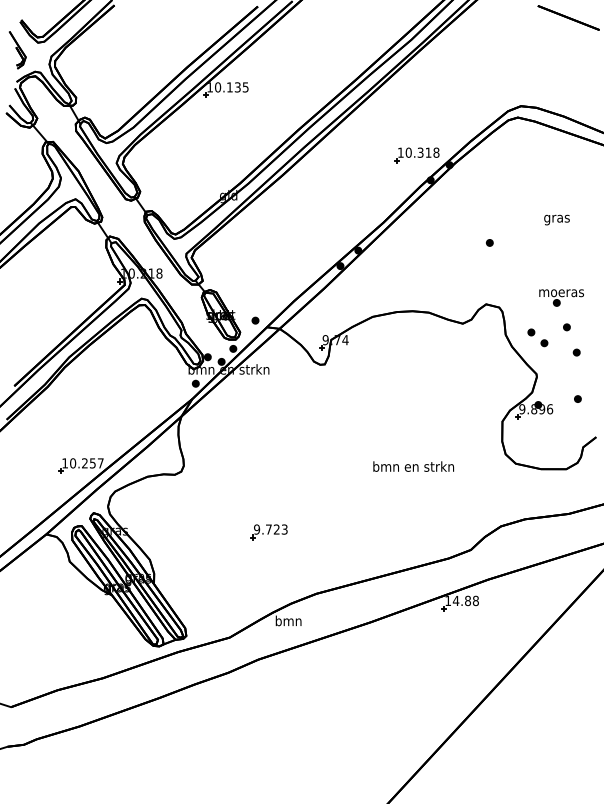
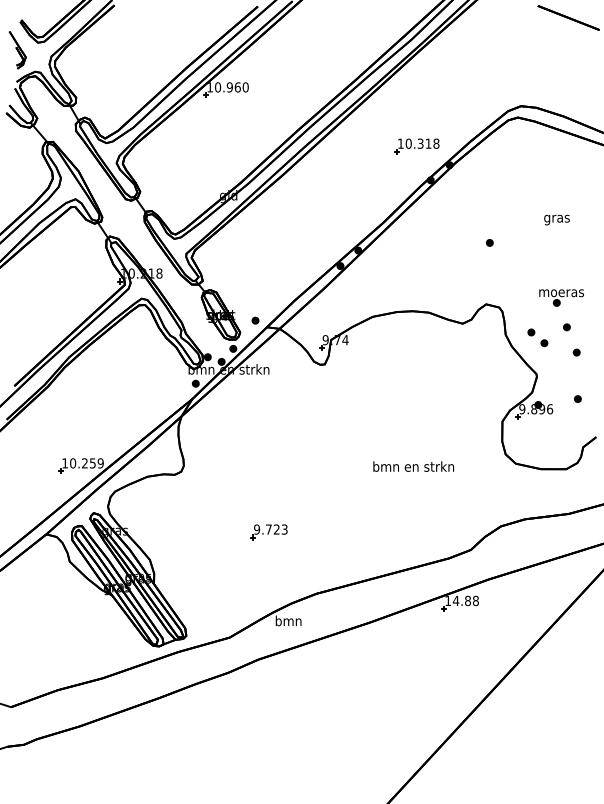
text at (237, 87): 10.135 -> 10.960
part at (416, 155) position: (416, 155) -> (416, 146)
text at (100, 463): 10.257 -> 10.259
